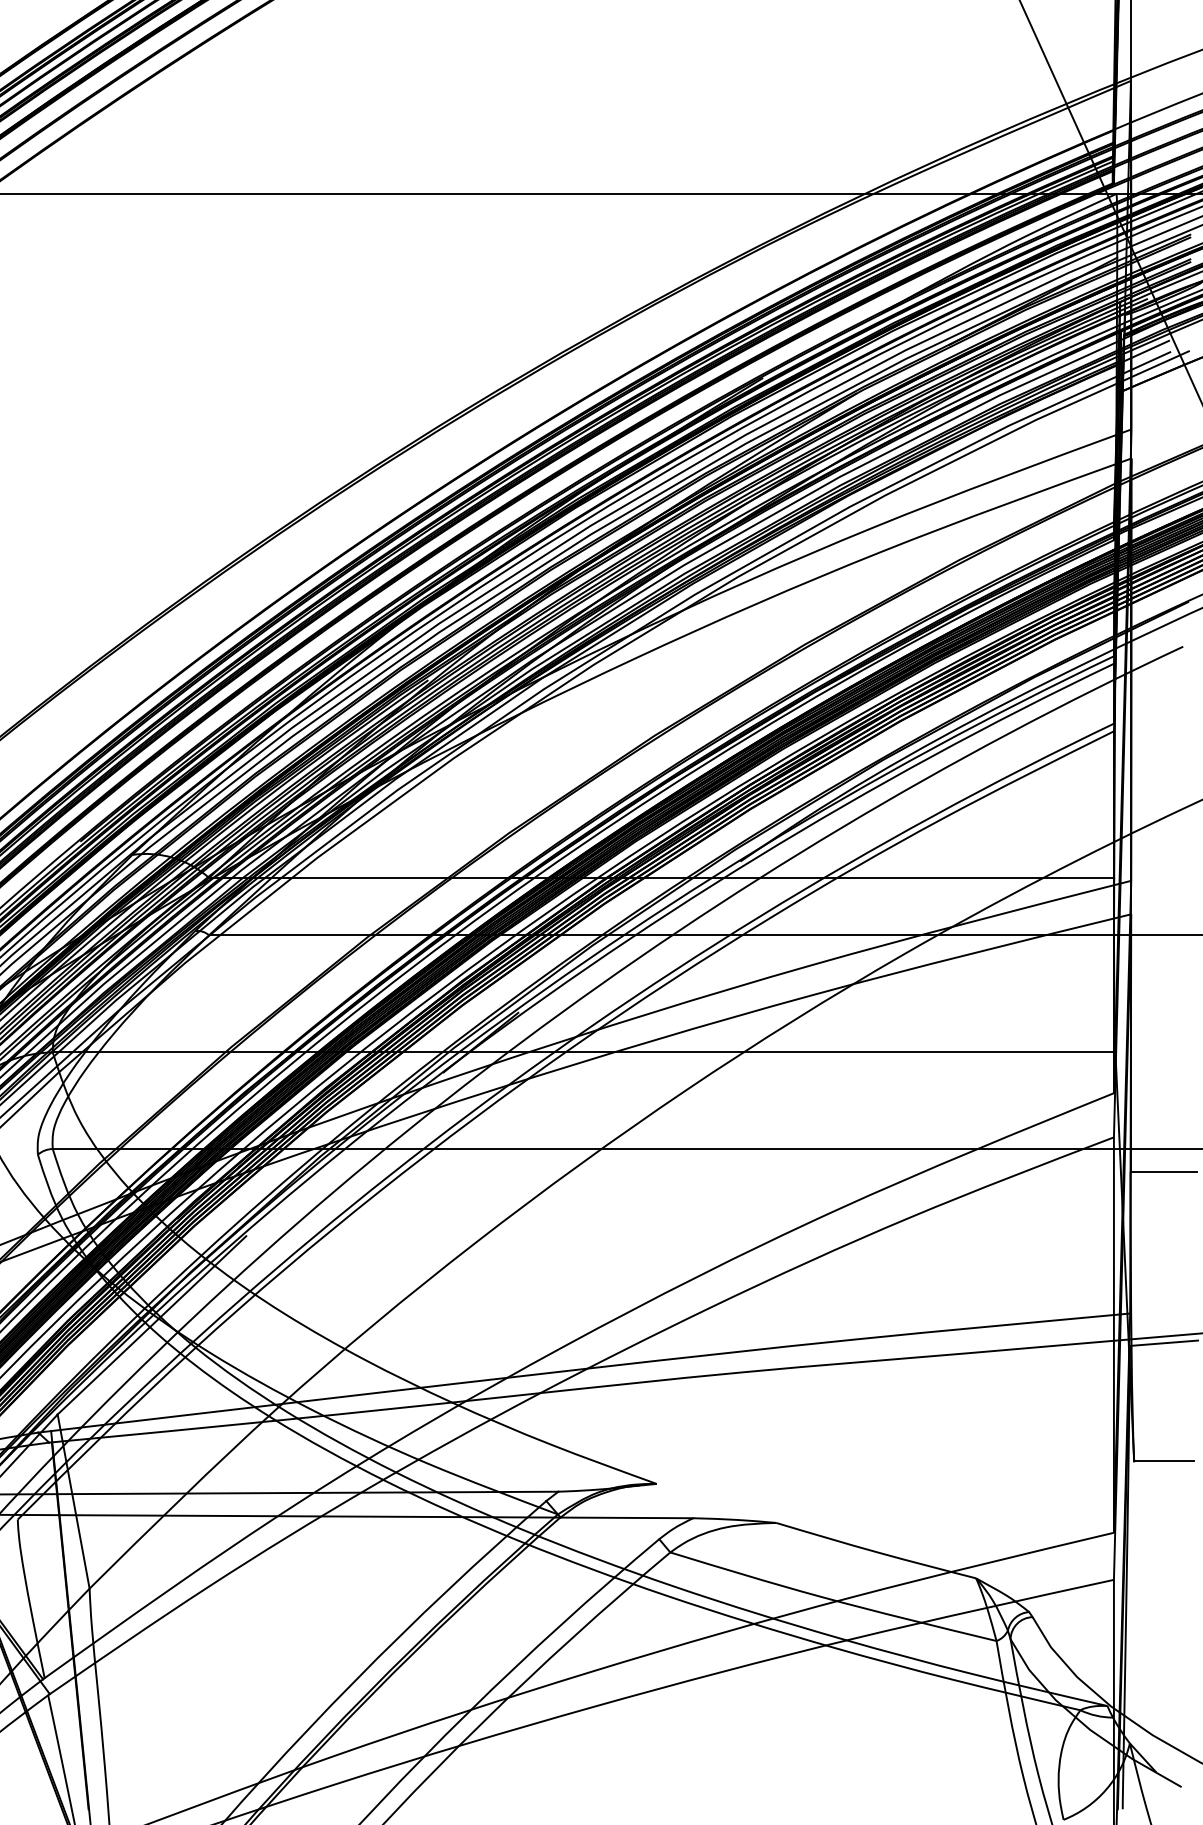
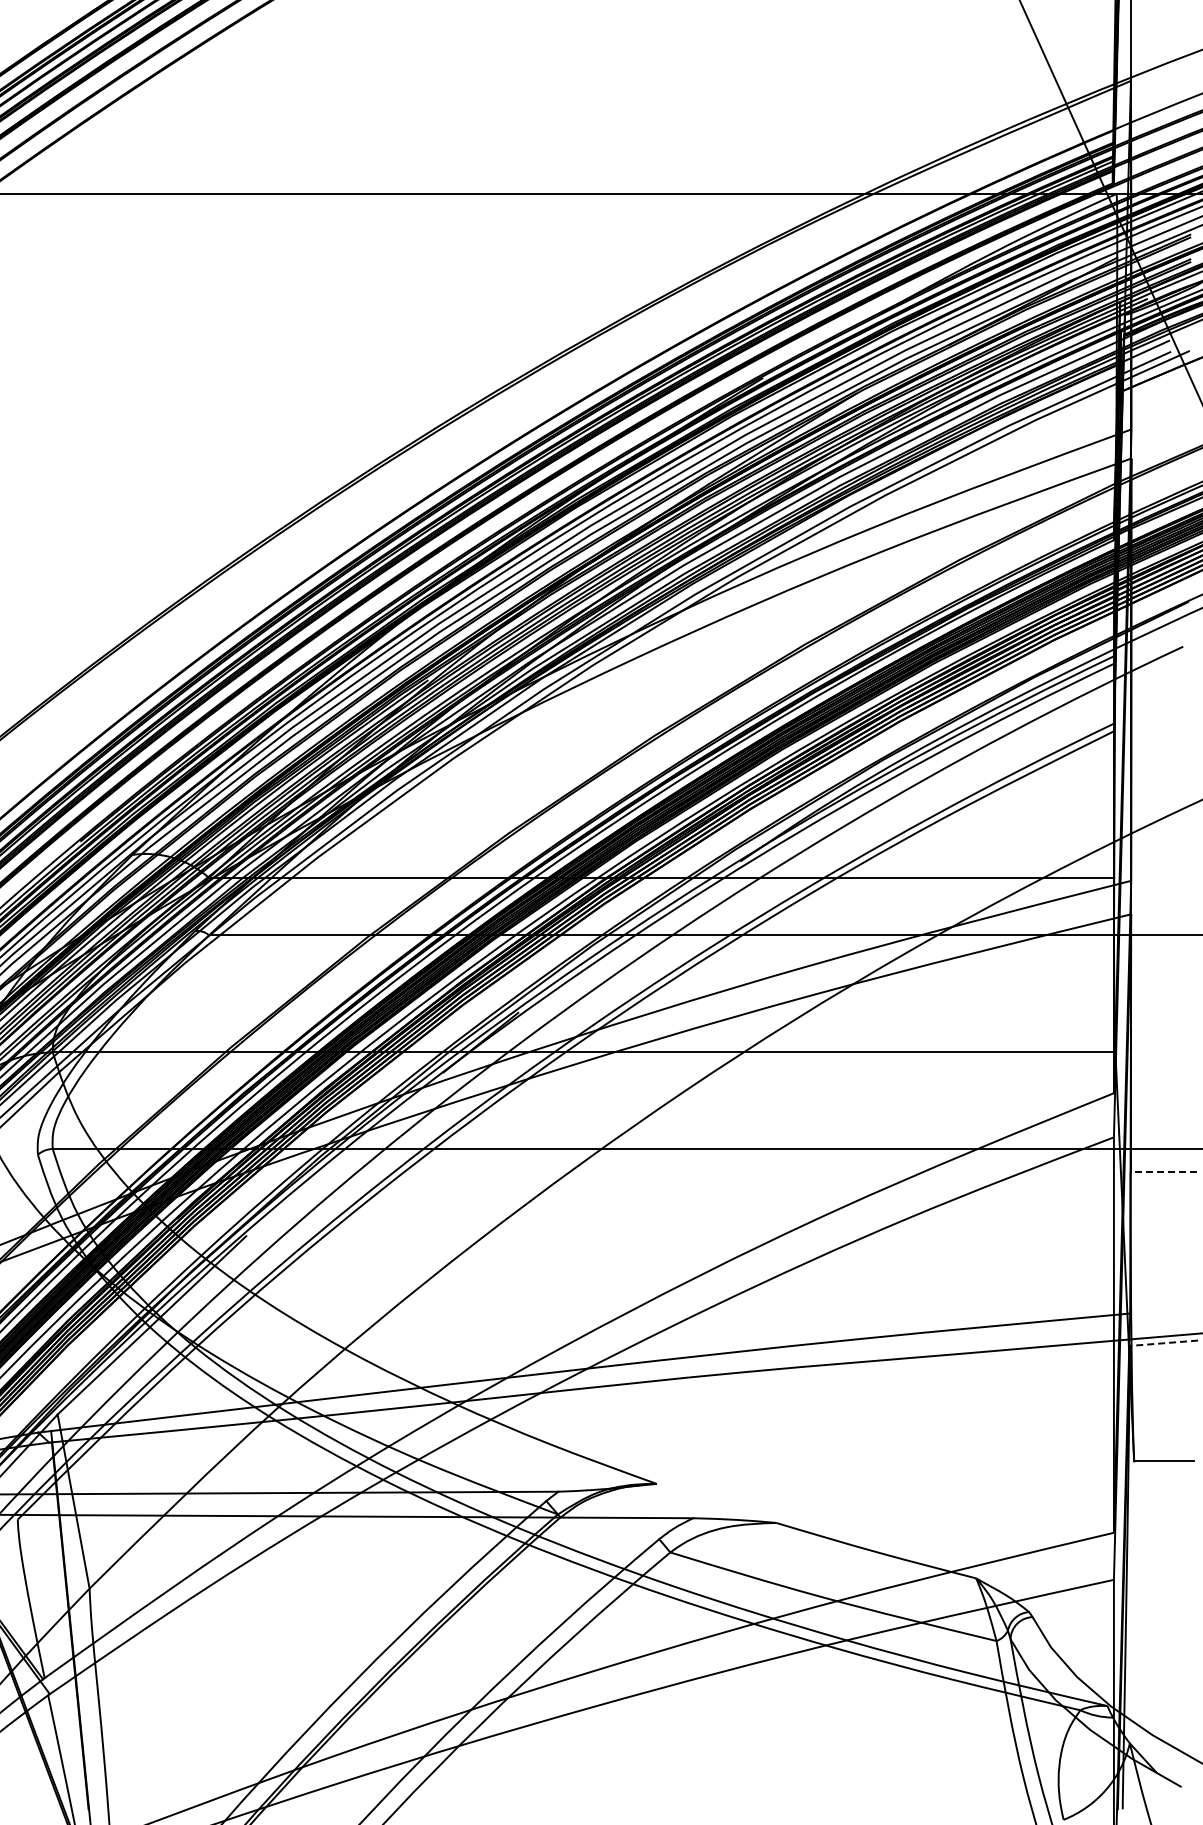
line at (1163, 1171): solid -> dashed
line at (1163, 1343): solid -> dashed
